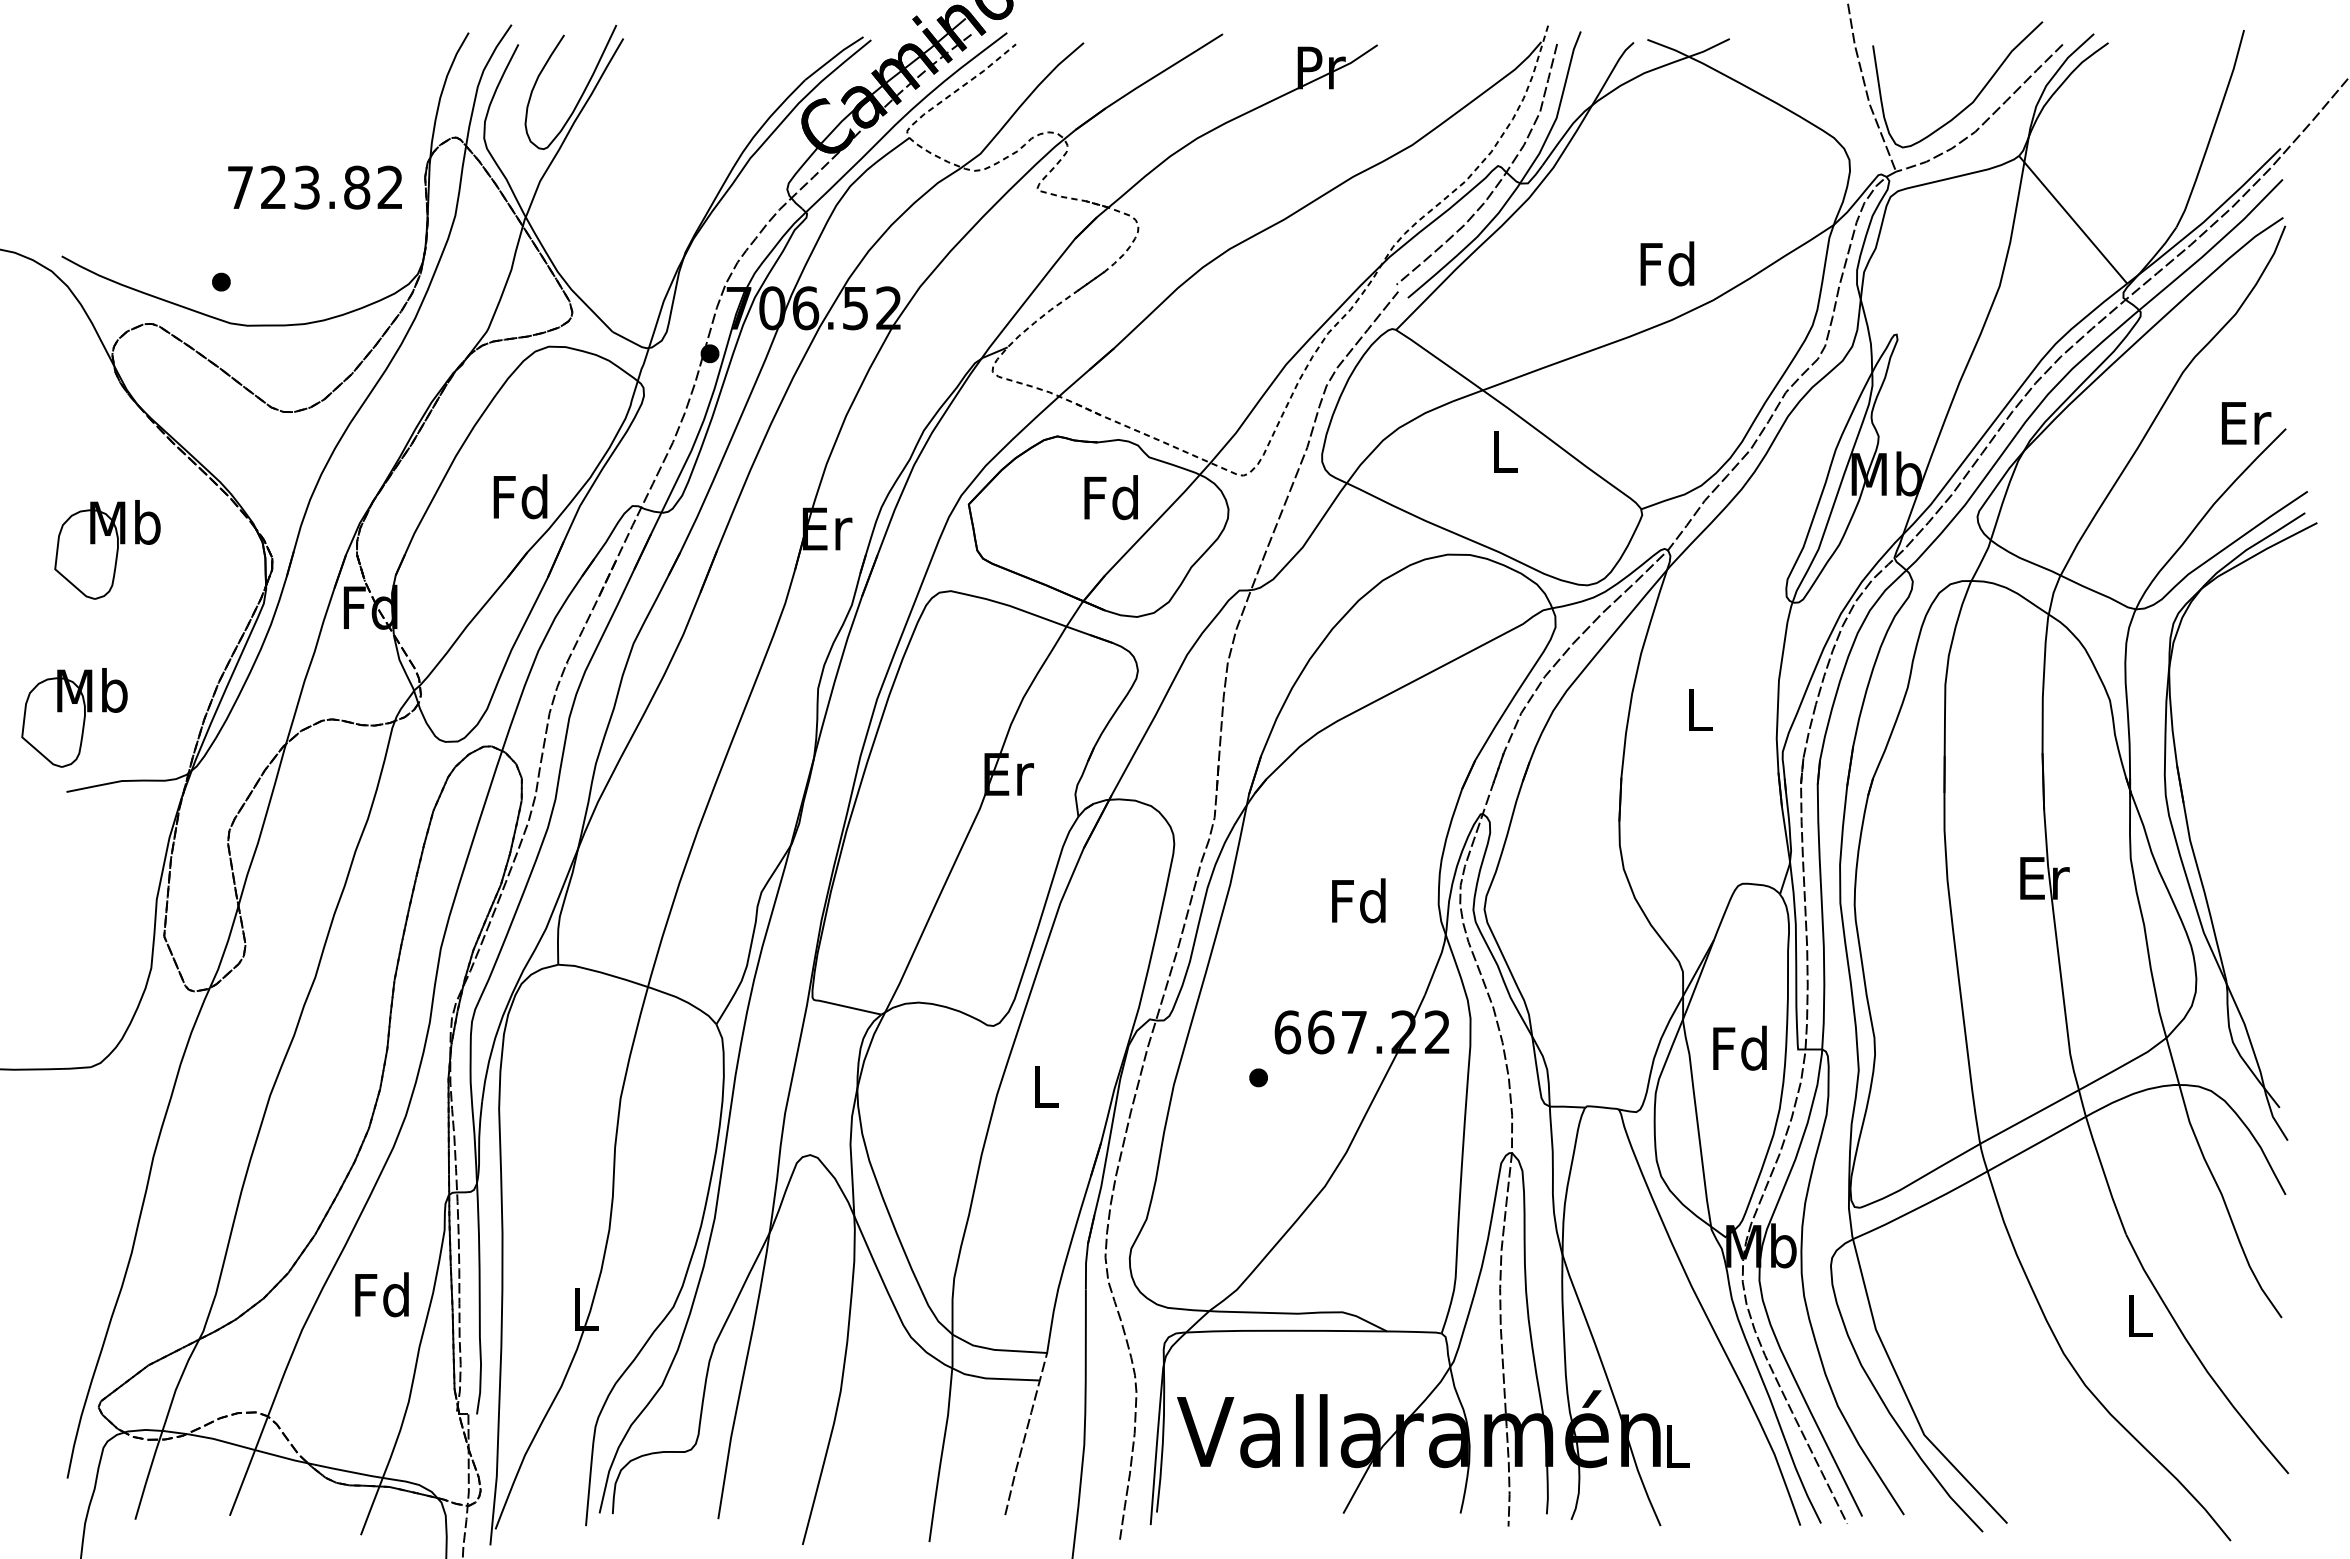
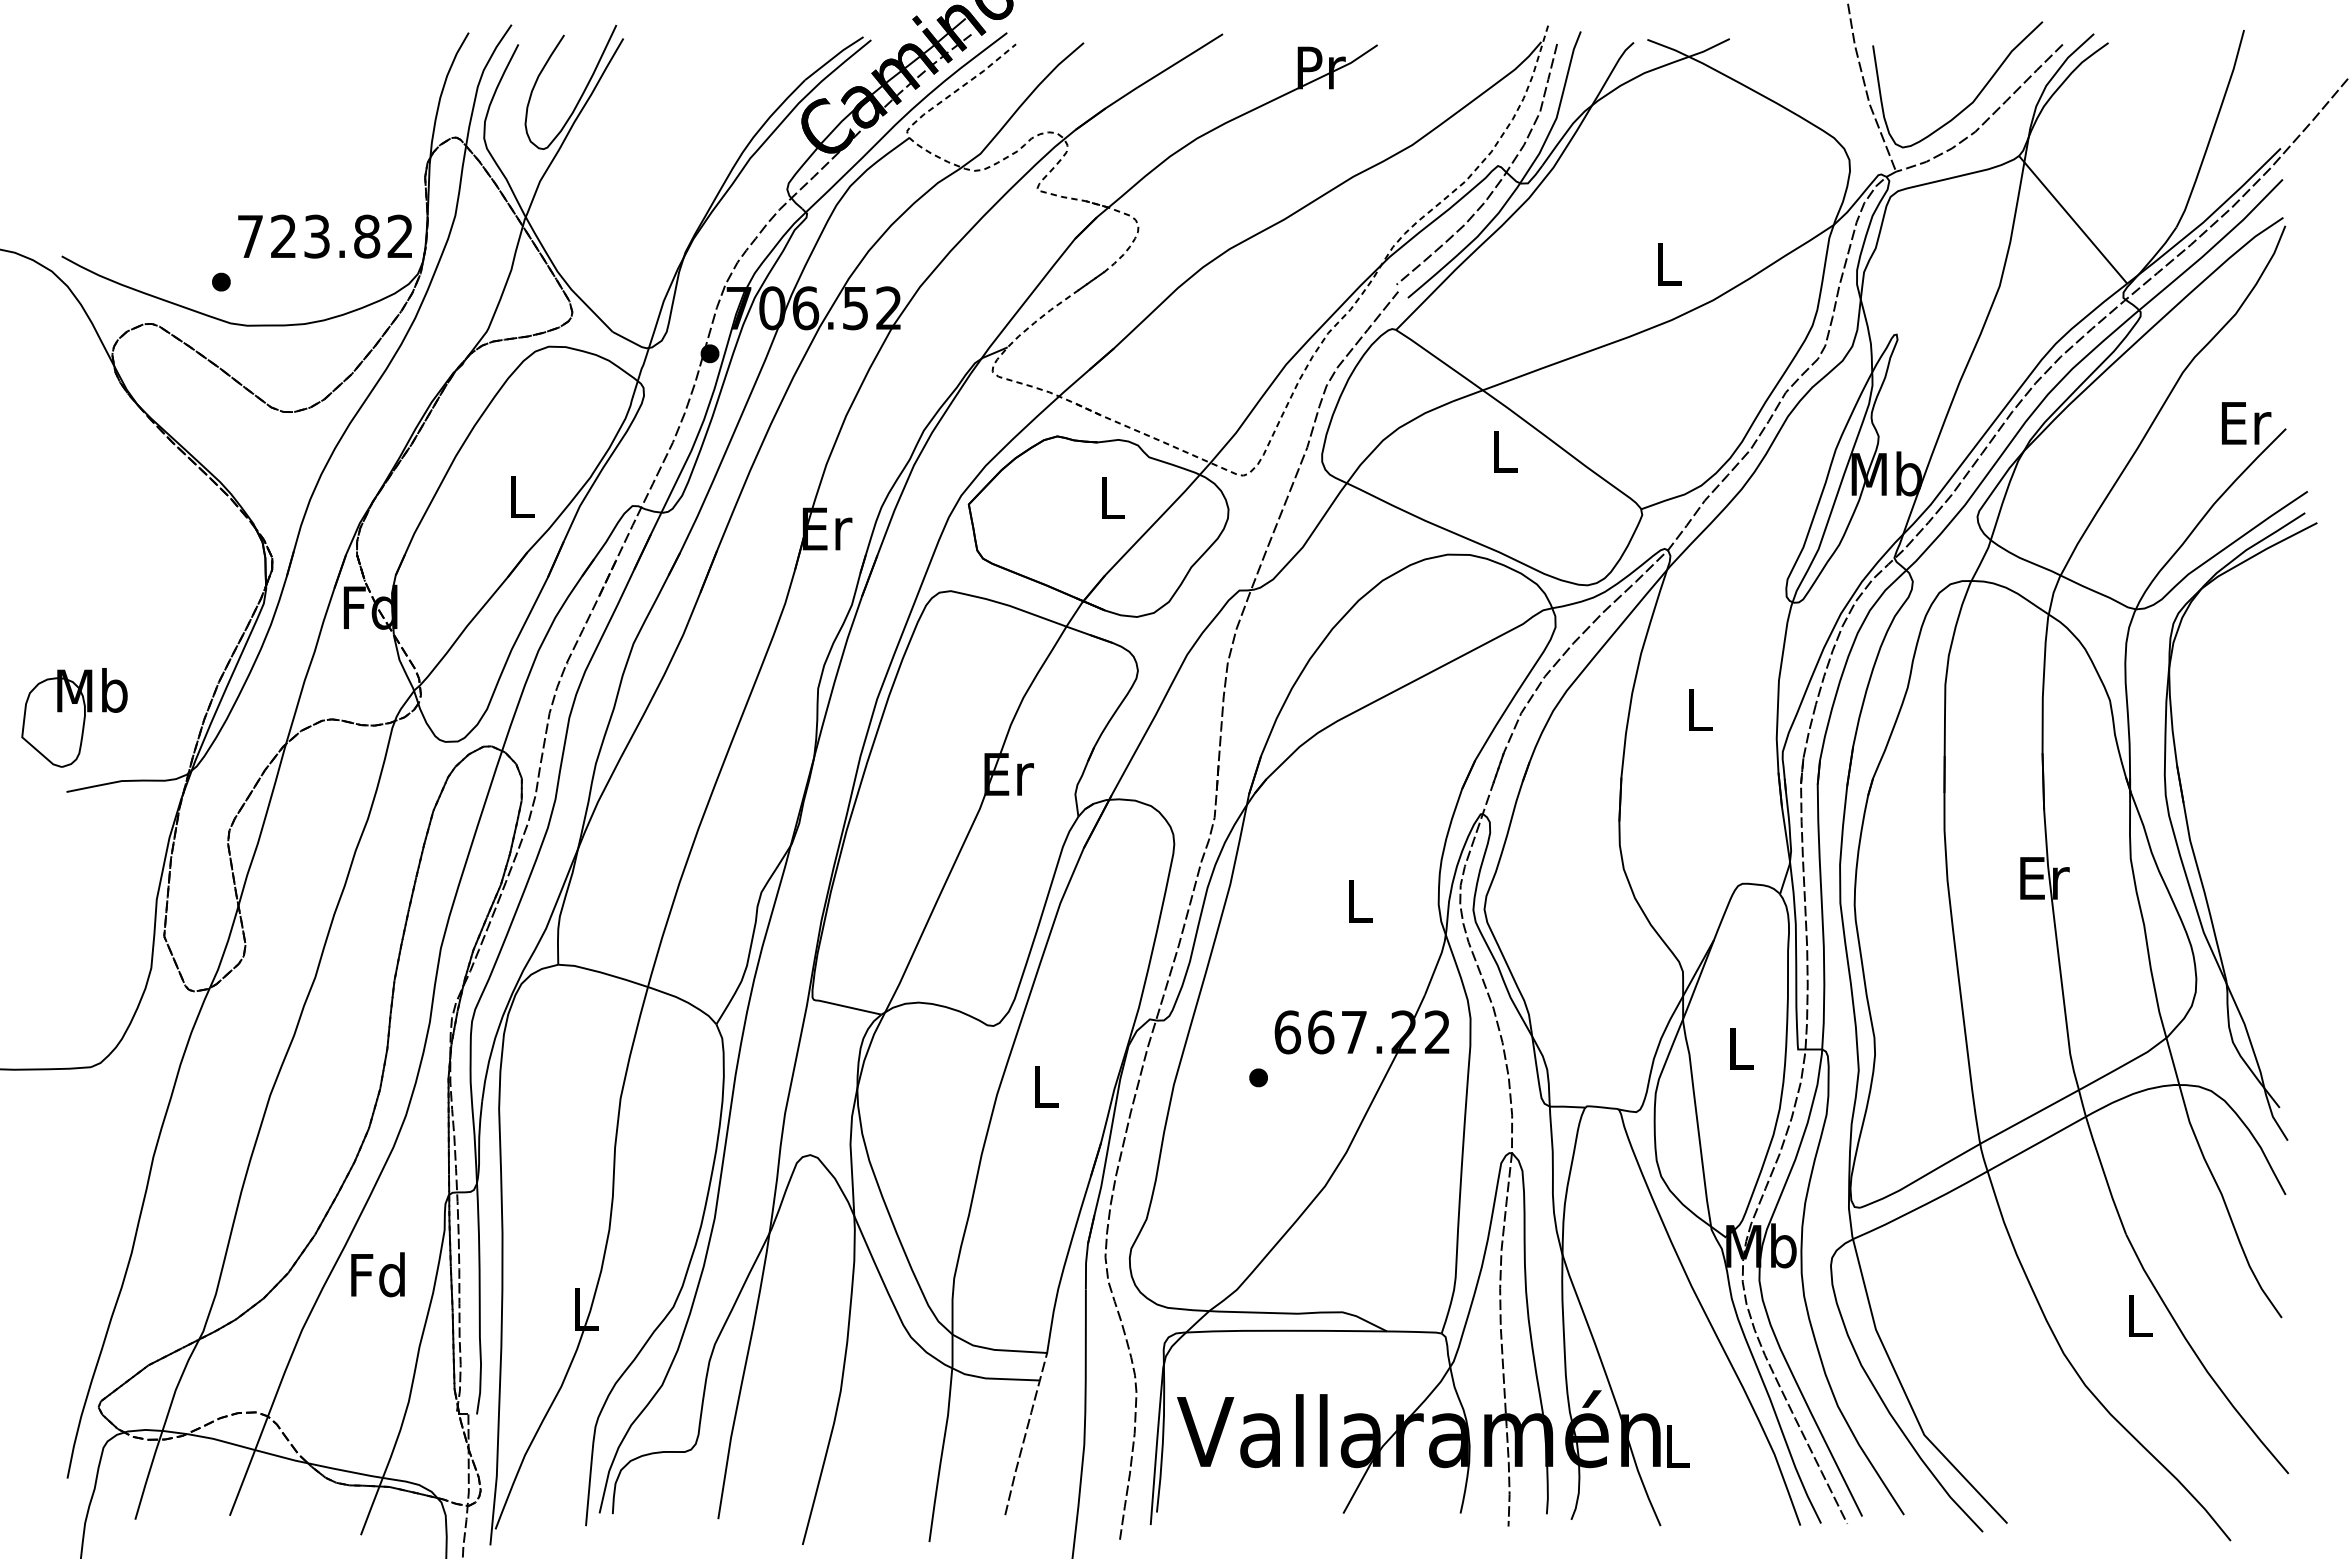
text at (314, 187) position: (314, 187) -> (324, 236)
text at (1667, 263): Fd -> L
text at (520, 496): Fd -> L
text at (1110, 497): Fd -> L
part at (107, 549): present -> none
text at (1358, 900): Fd -> L
text at (1739, 1047): Fd -> L
text at (381, 1294) position: (381, 1294) -> (377, 1274)
